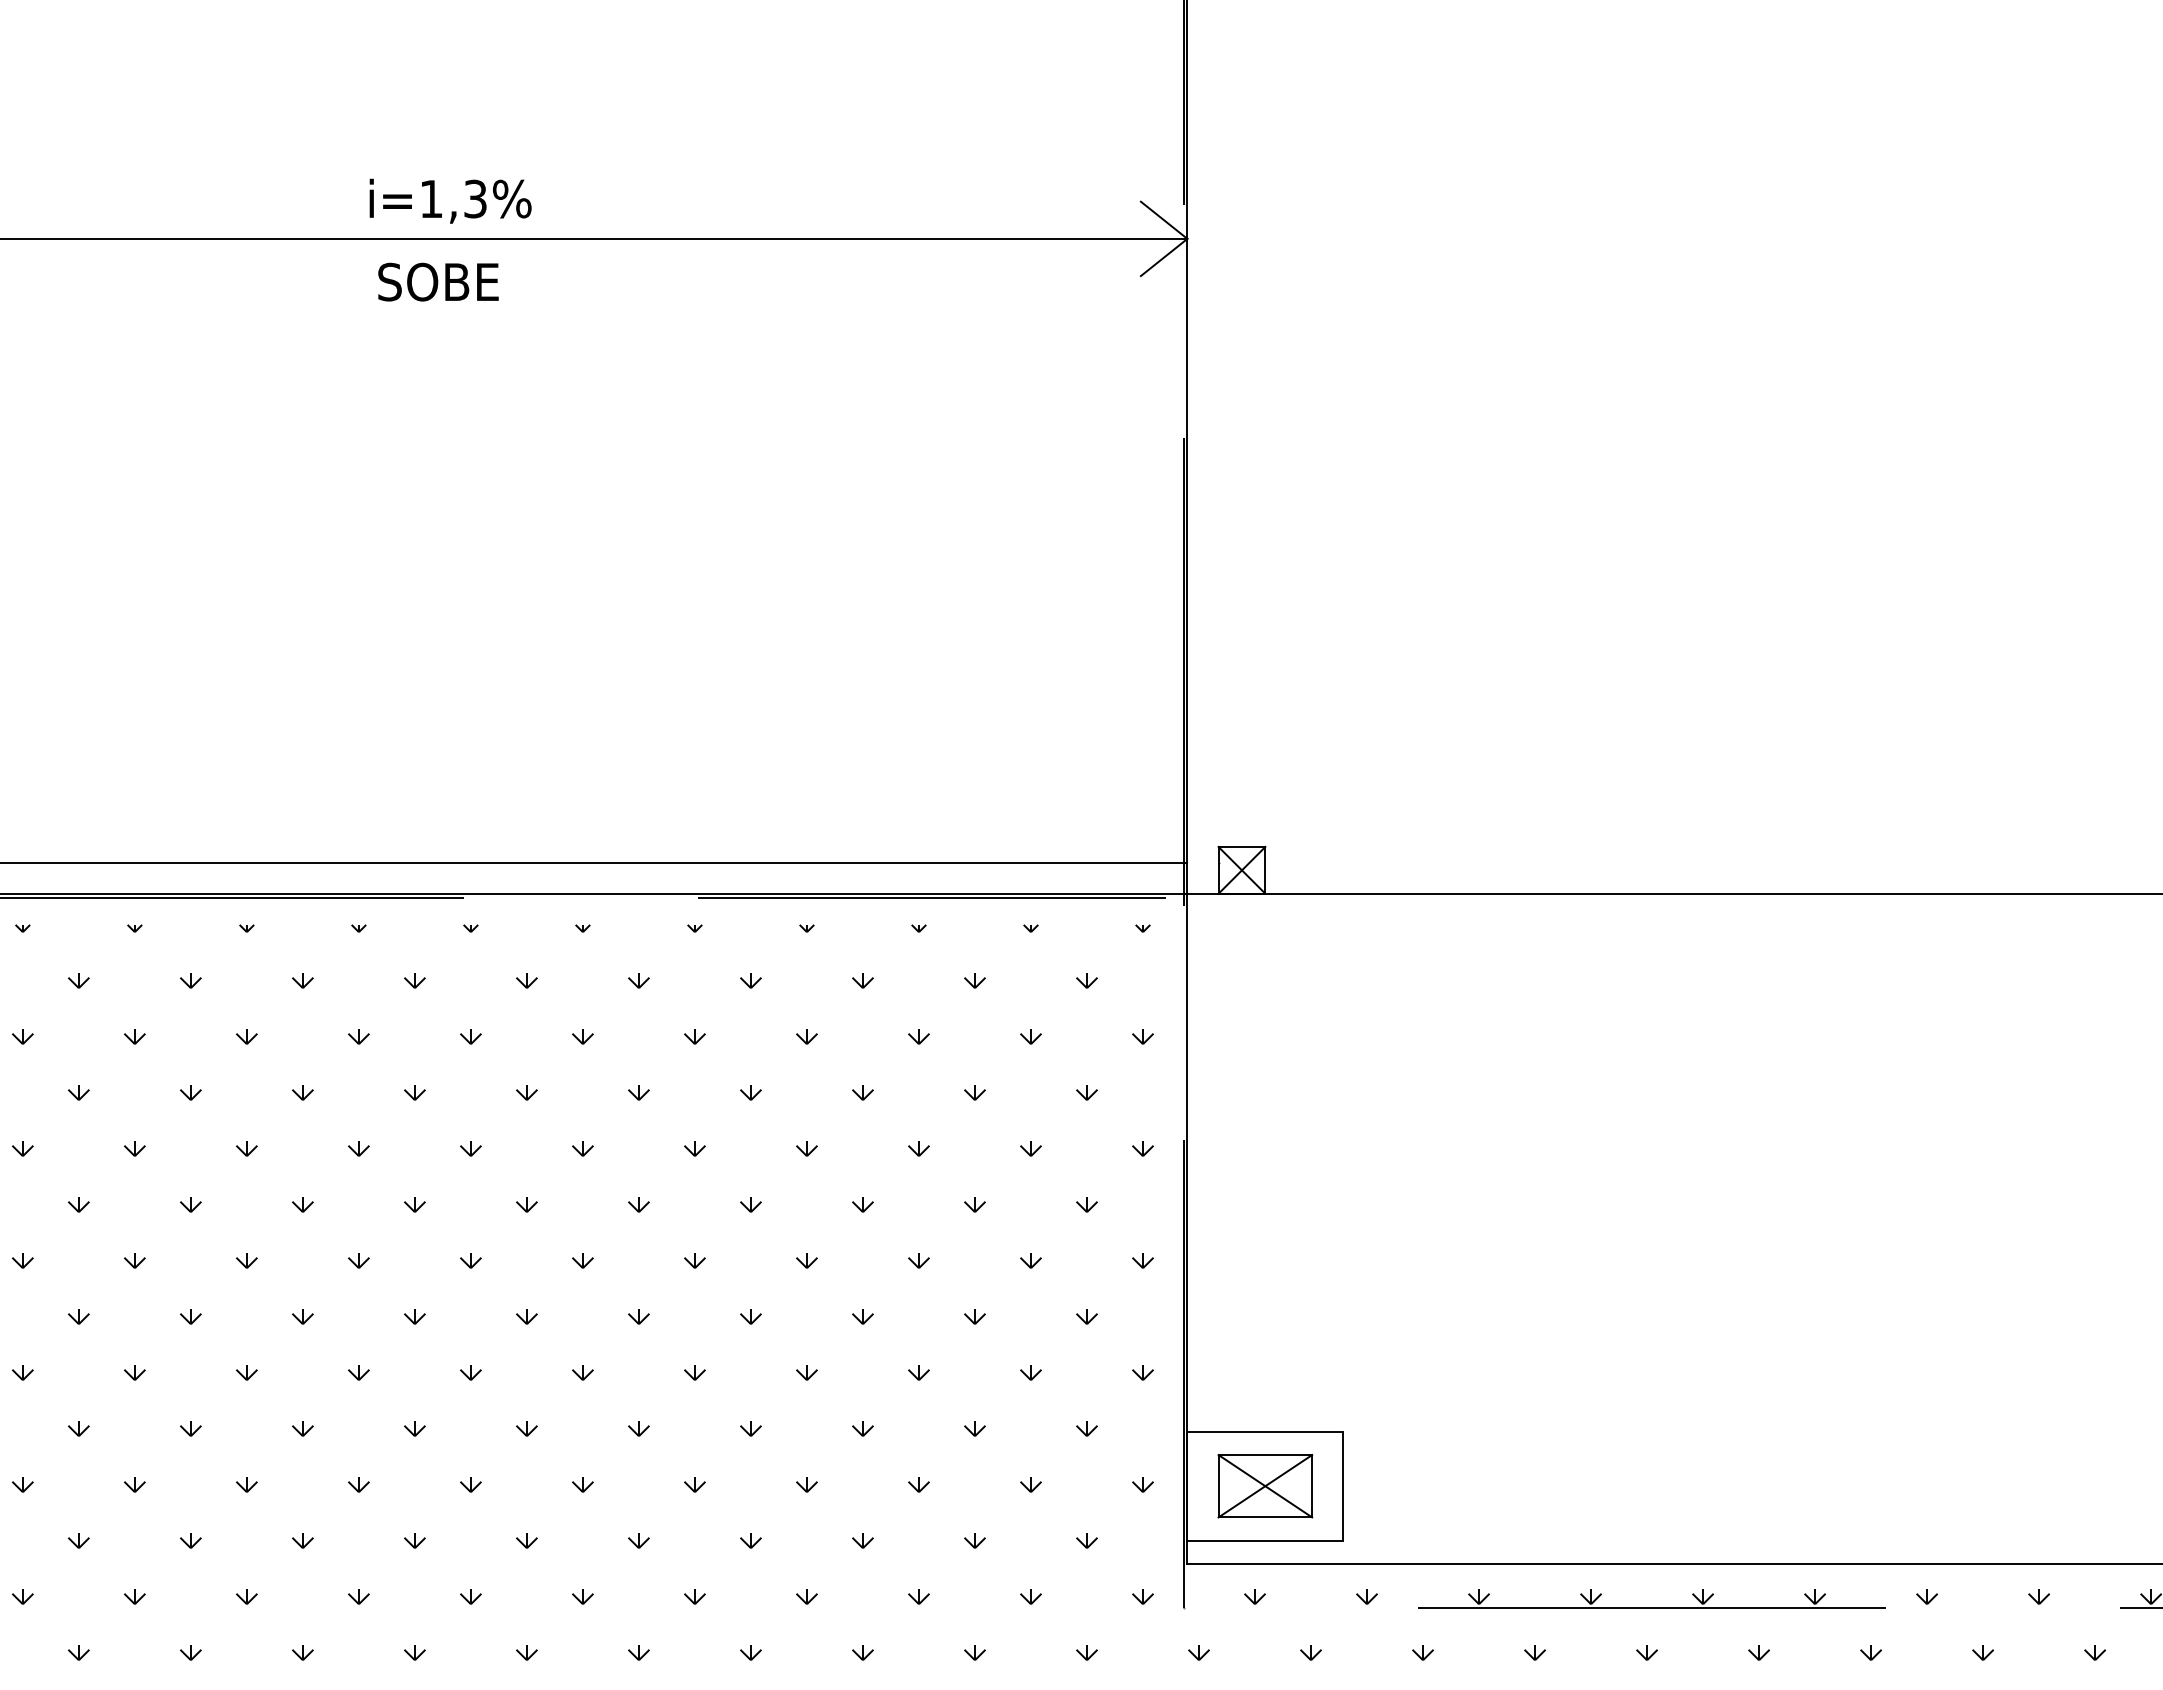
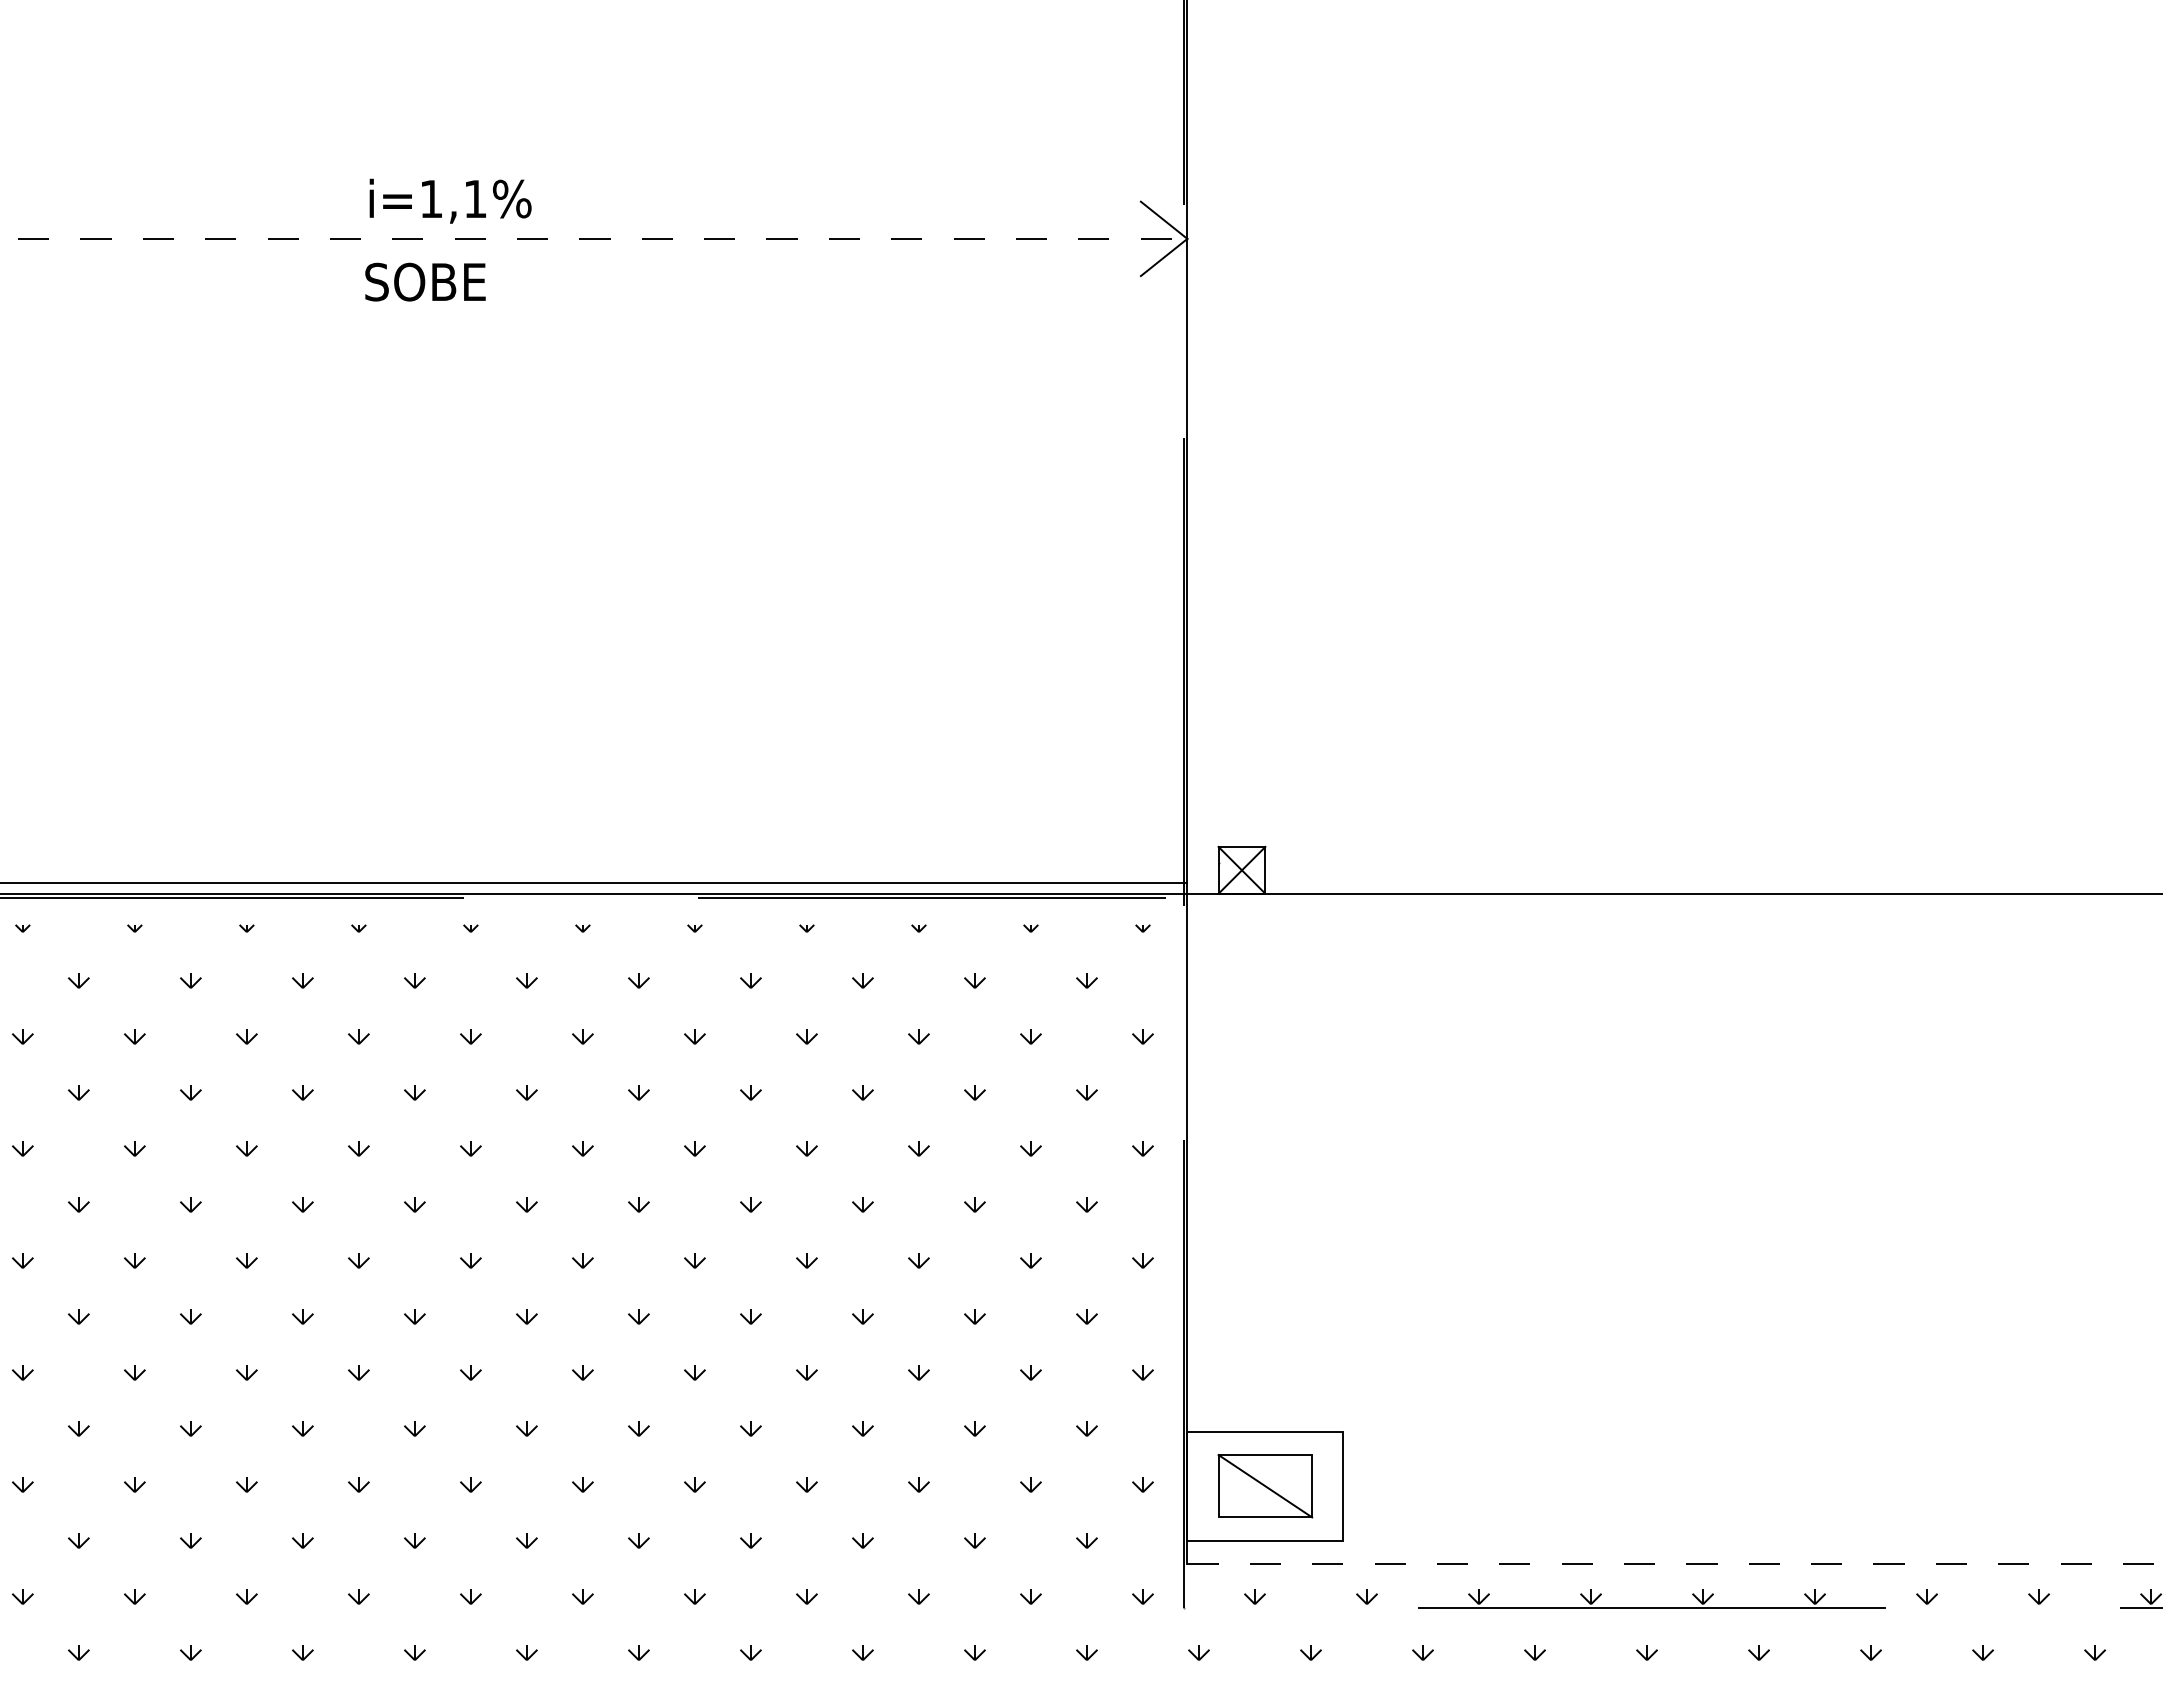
text at (475, 198): i=1,3%%% -> i=1,1%%%
line at (594, 238): solid -> dashed
text at (438, 281) position: (438, 281) -> (425, 281)
line at (594, 862) position: (594, 862) -> (594, 882)
line at (1265, 1486): present -> none
line at (1674, 1564): solid -> dashed
